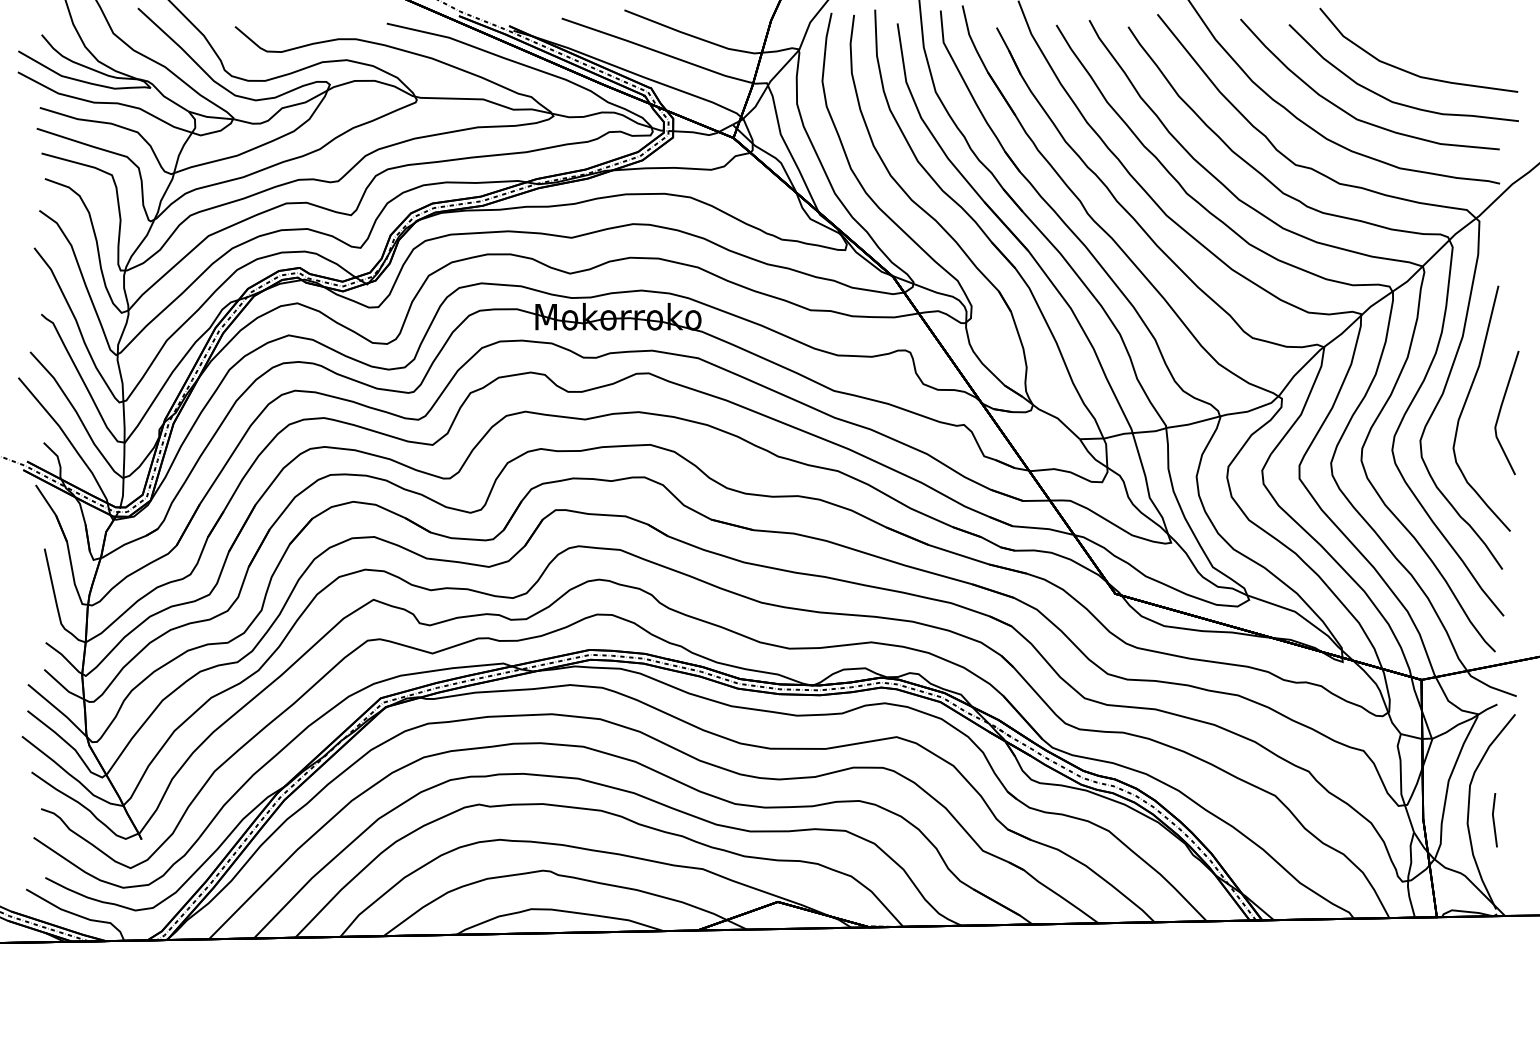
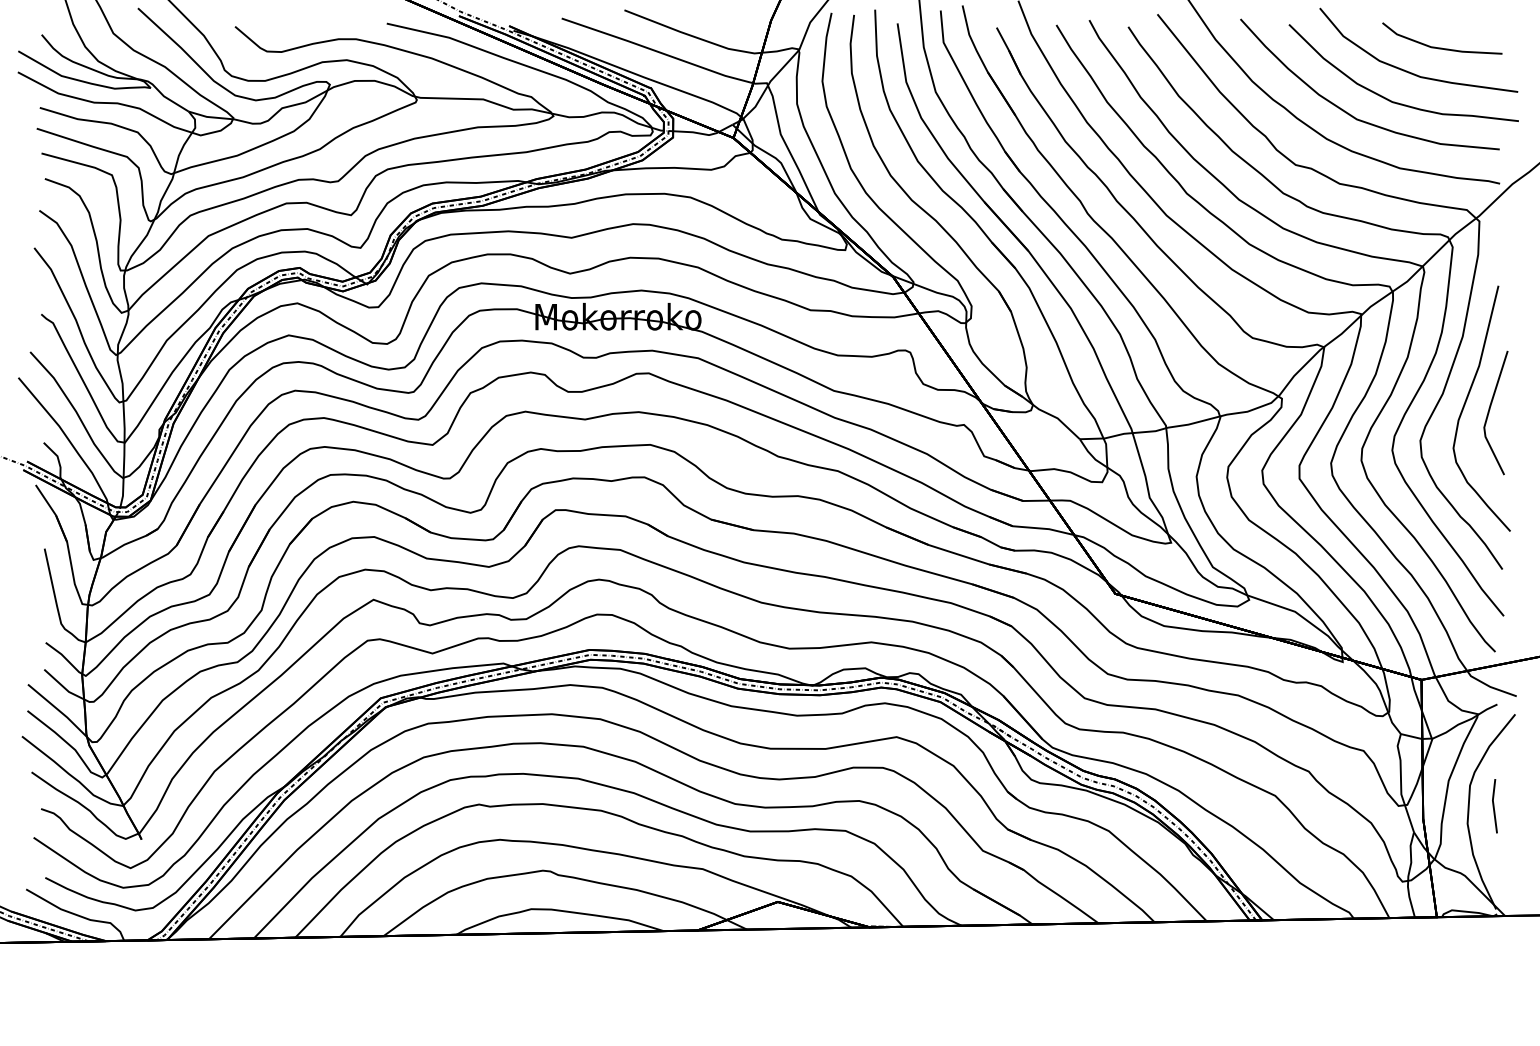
curve at (1442, 47): none -> present
line at (1501, 409) position: (1501, 409) -> (1490, 409)
line at (1494, 820) position: (1494, 820) -> (1494, 806)
